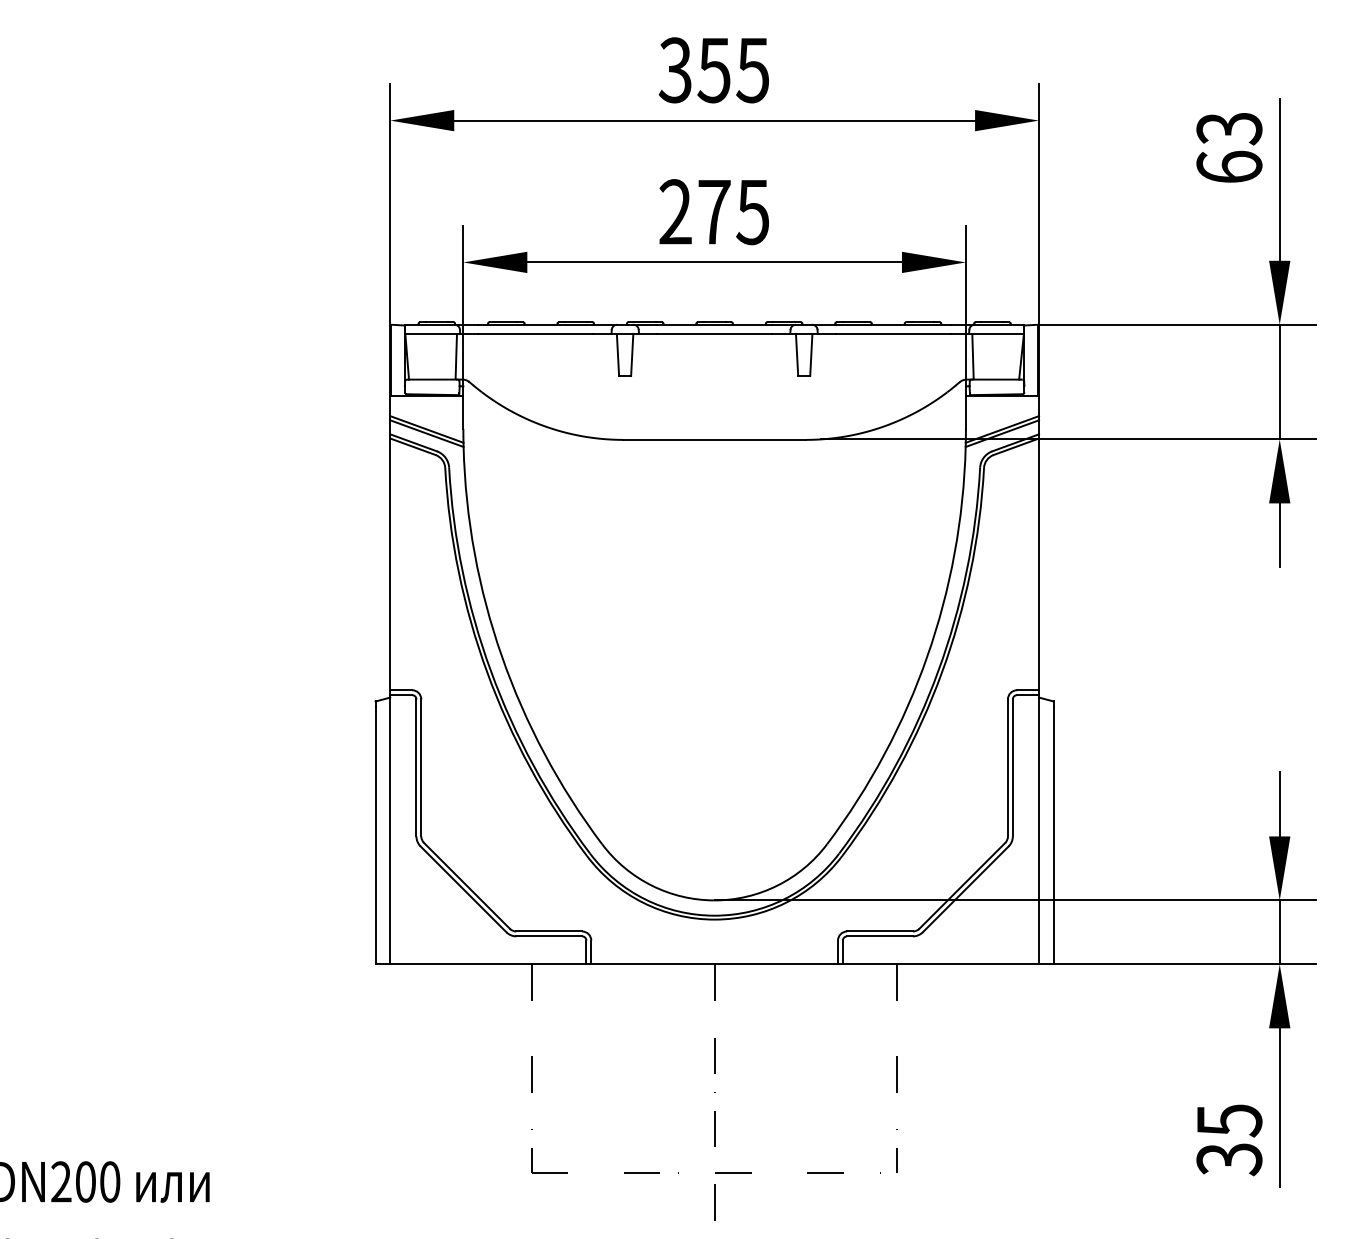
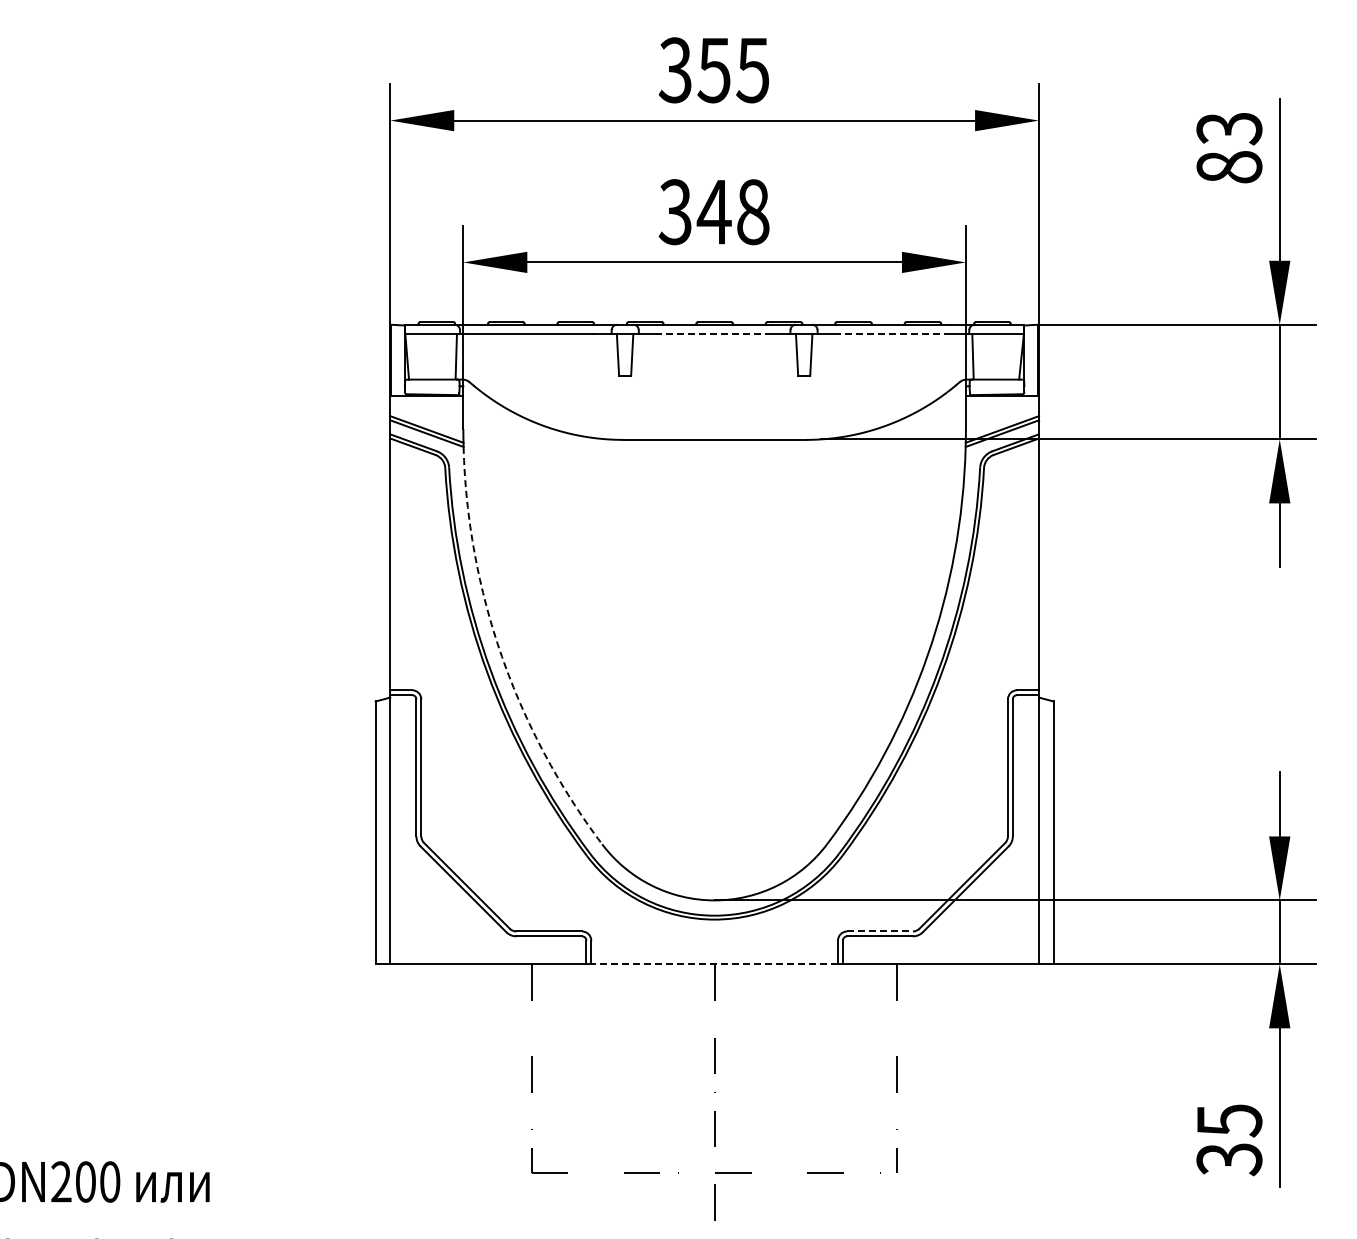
text at (1229, 166): 63 -> 83
text at (713, 212): 275 -> 348
line at (714, 333): solid -> dashed
line at (892, 333): solid -> dashed
arc at (501, 656): solid -> dashed
line at (880, 931): solid -> dashed
line at (714, 964): solid -> dashed
